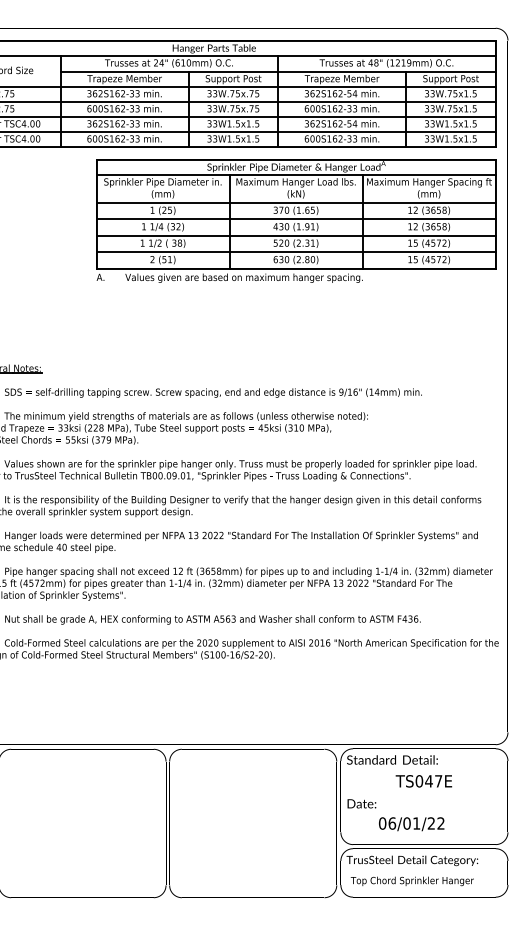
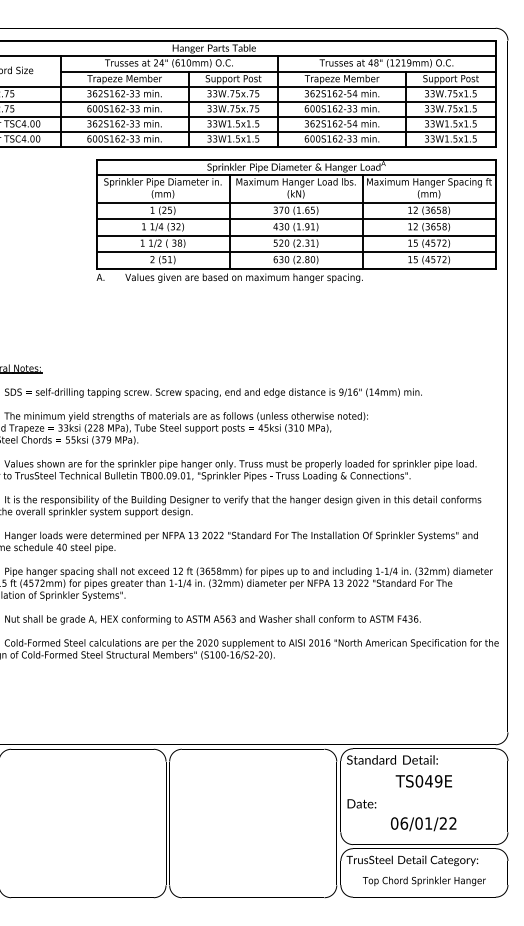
text at (438, 781): TS047E -> TS049E
text at (411, 824) position: (411, 824) -> (423, 824)
text at (411, 881) position: (411, 881) -> (423, 881)
